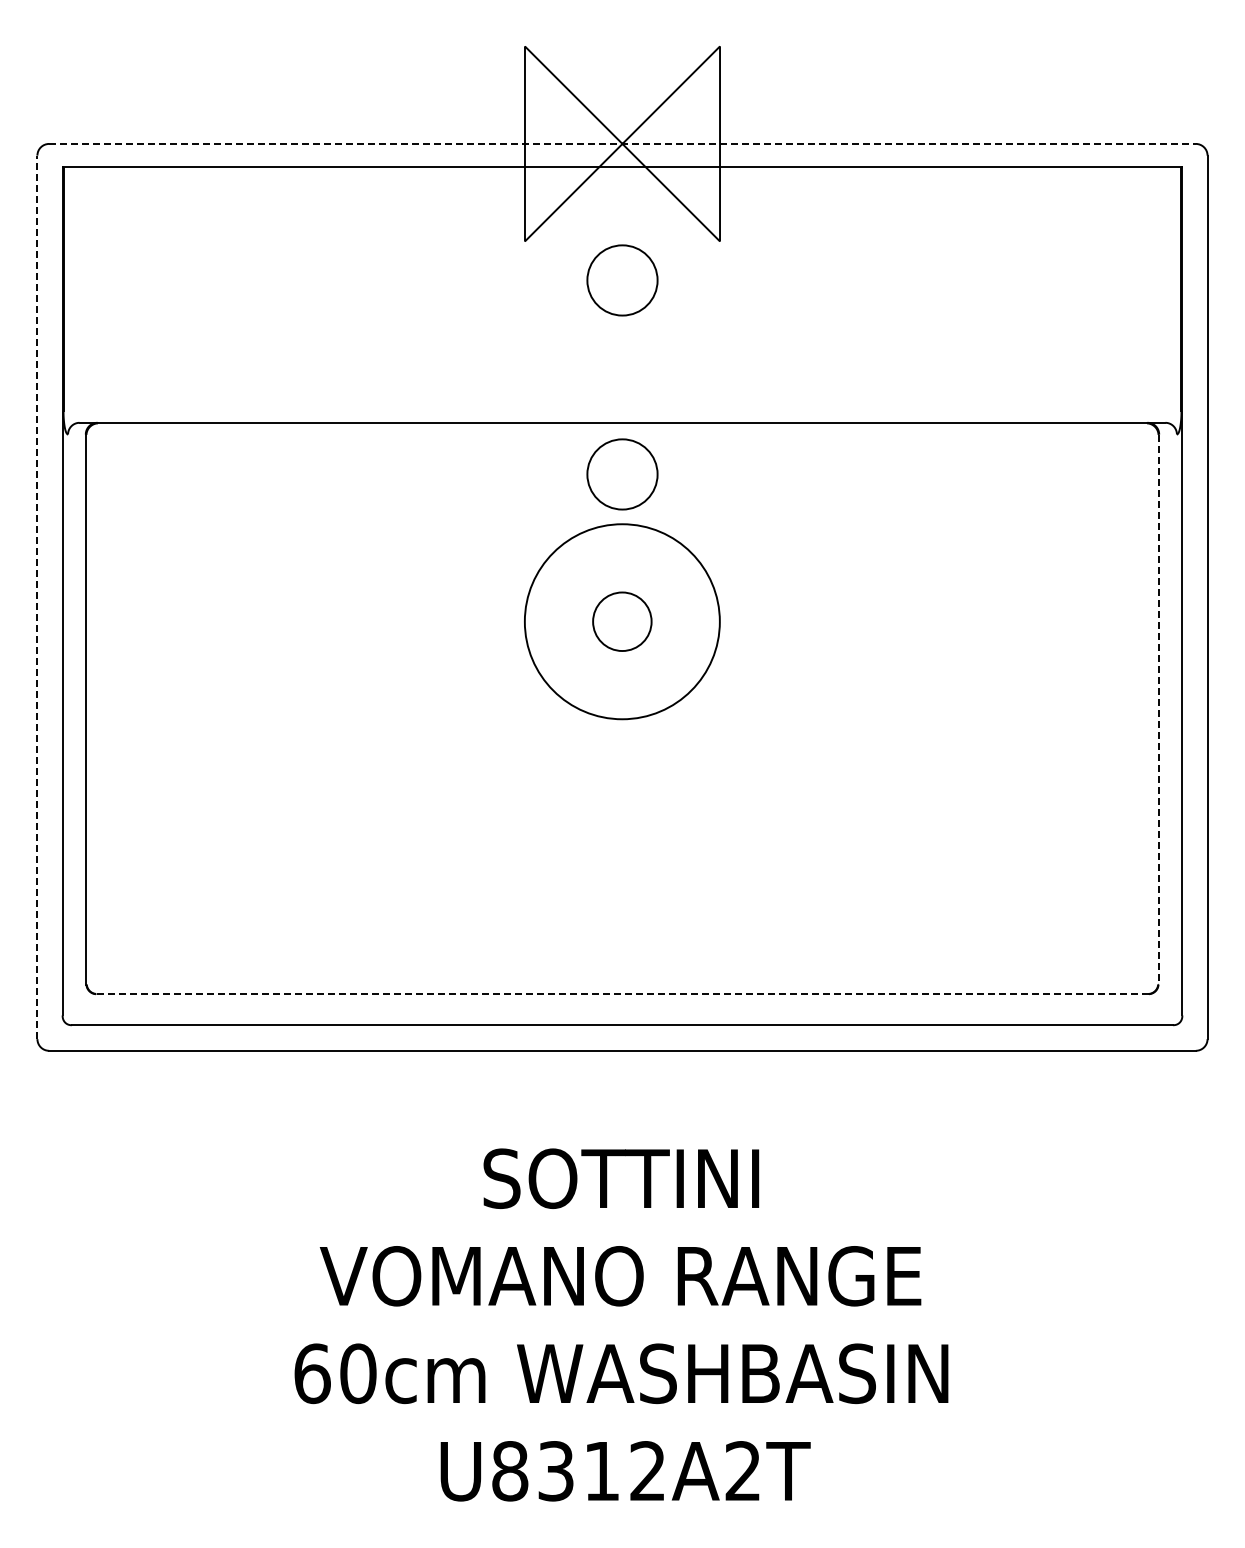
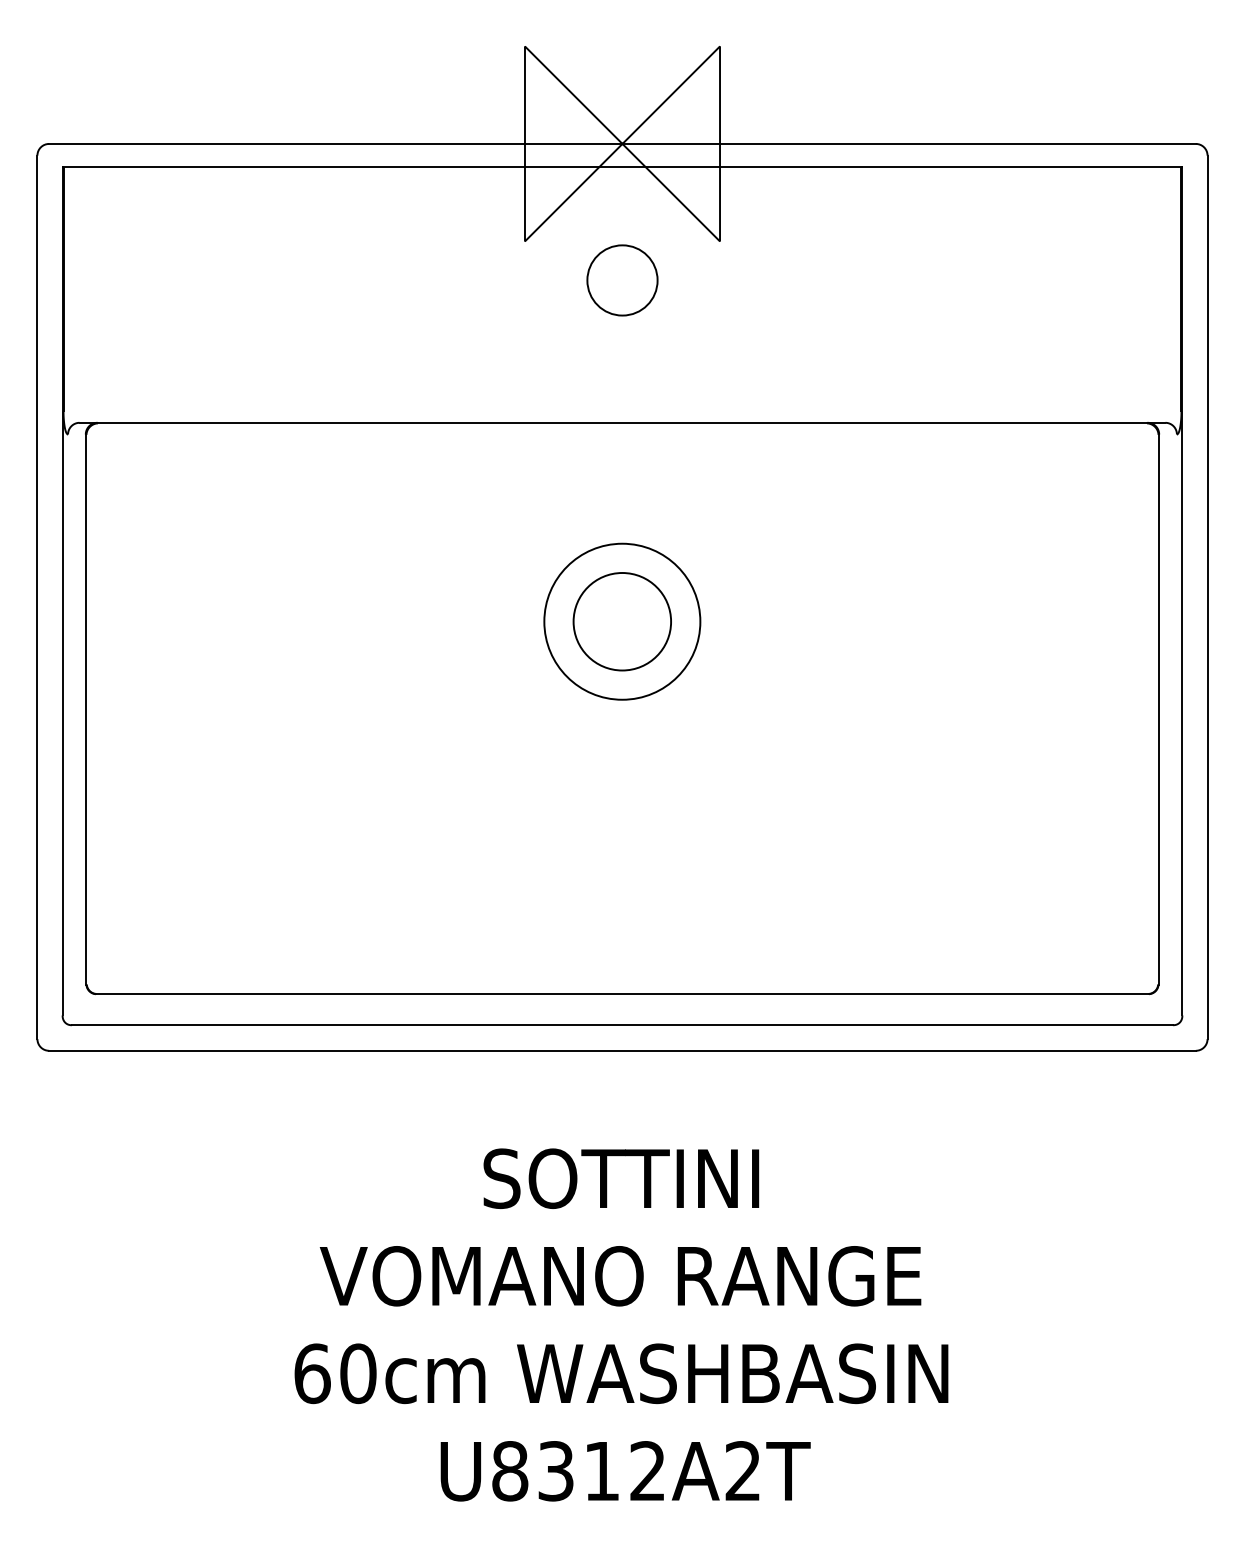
line at (622, 143): dashed -> solid
circle at (622, 474): present -> none
line at (37, 597): dashed -> solid
circle at (621, 621) diameter: 195 px -> 156 px
circle at (622, 621) diameter: 59 px -> 98 px
line at (1158, 709): dashed -> solid
line at (622, 993): dashed -> solid
